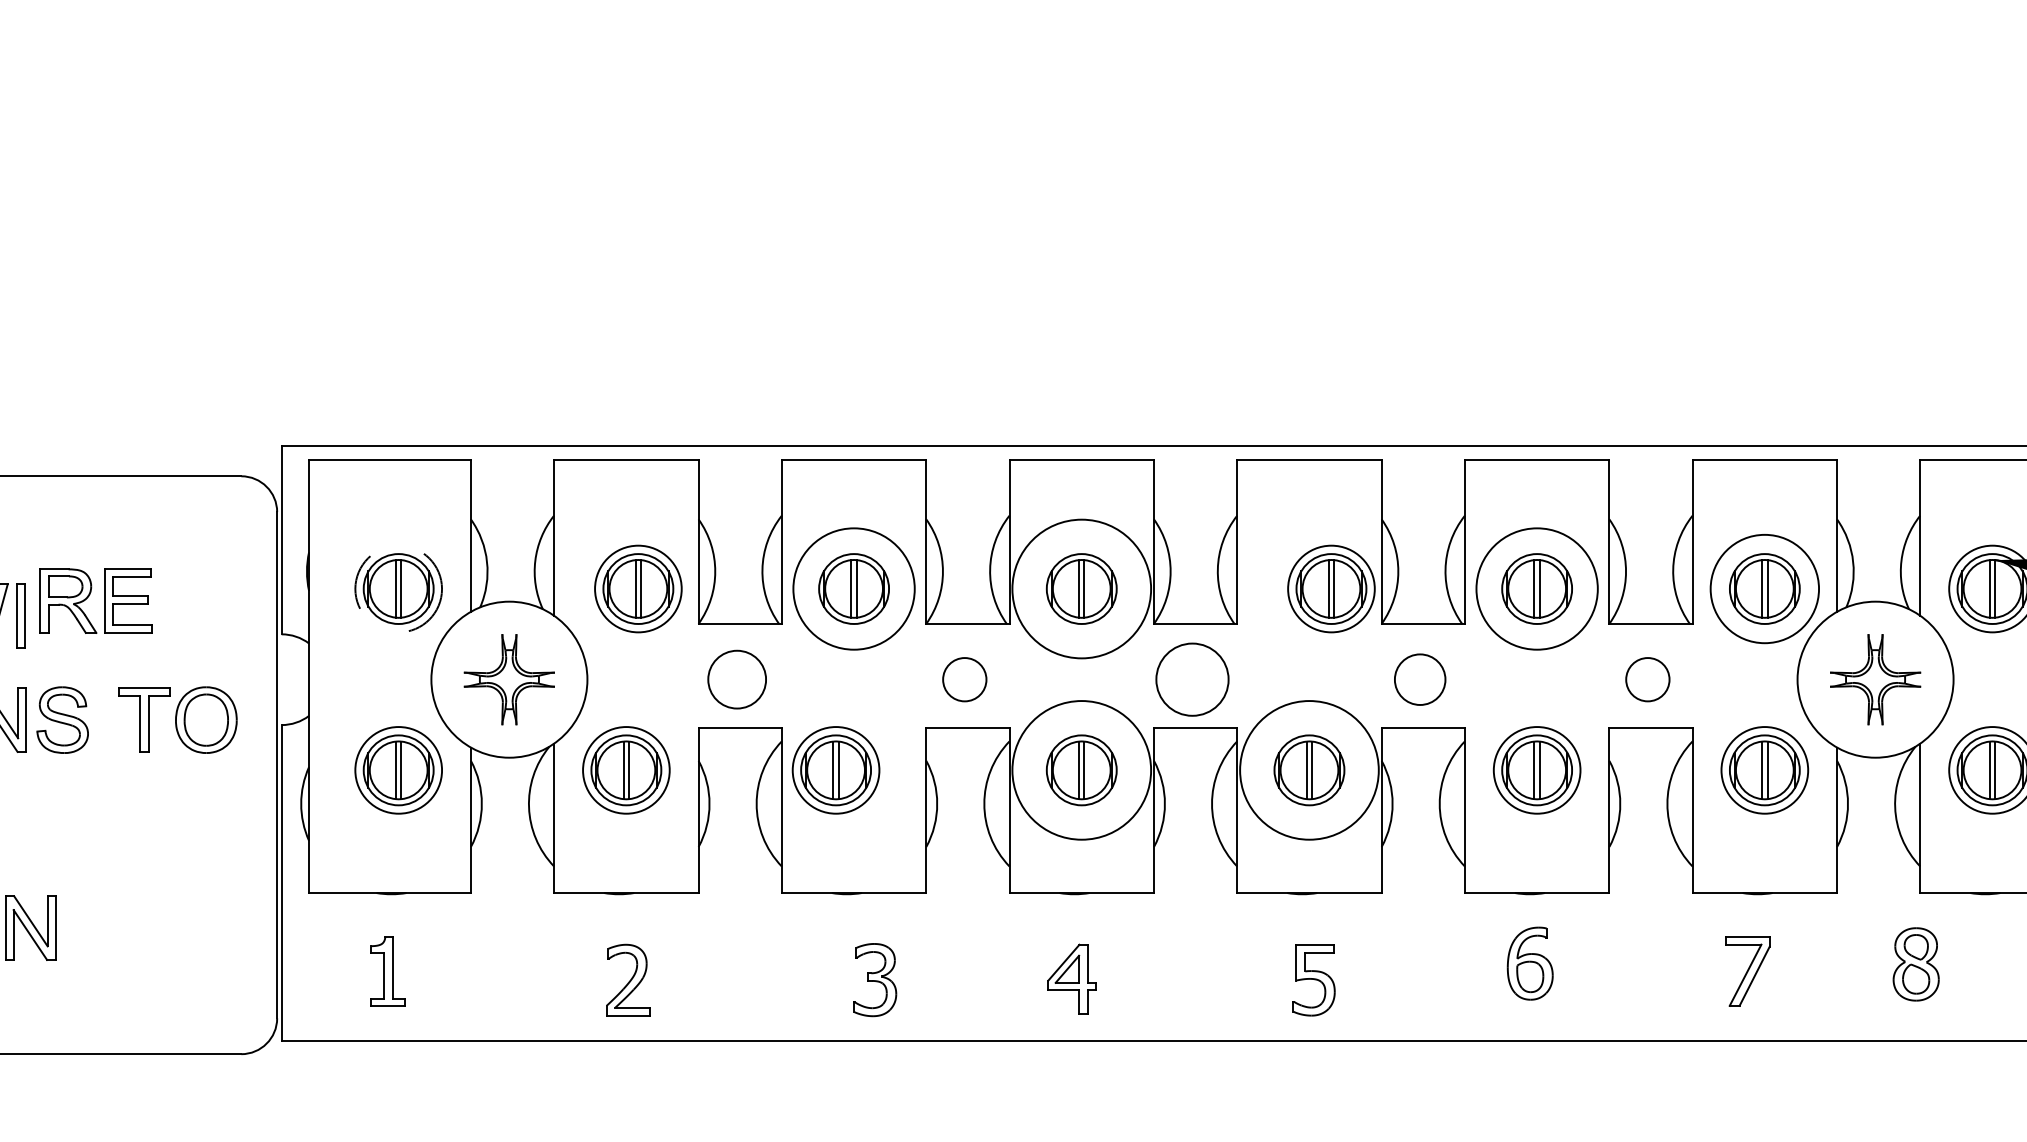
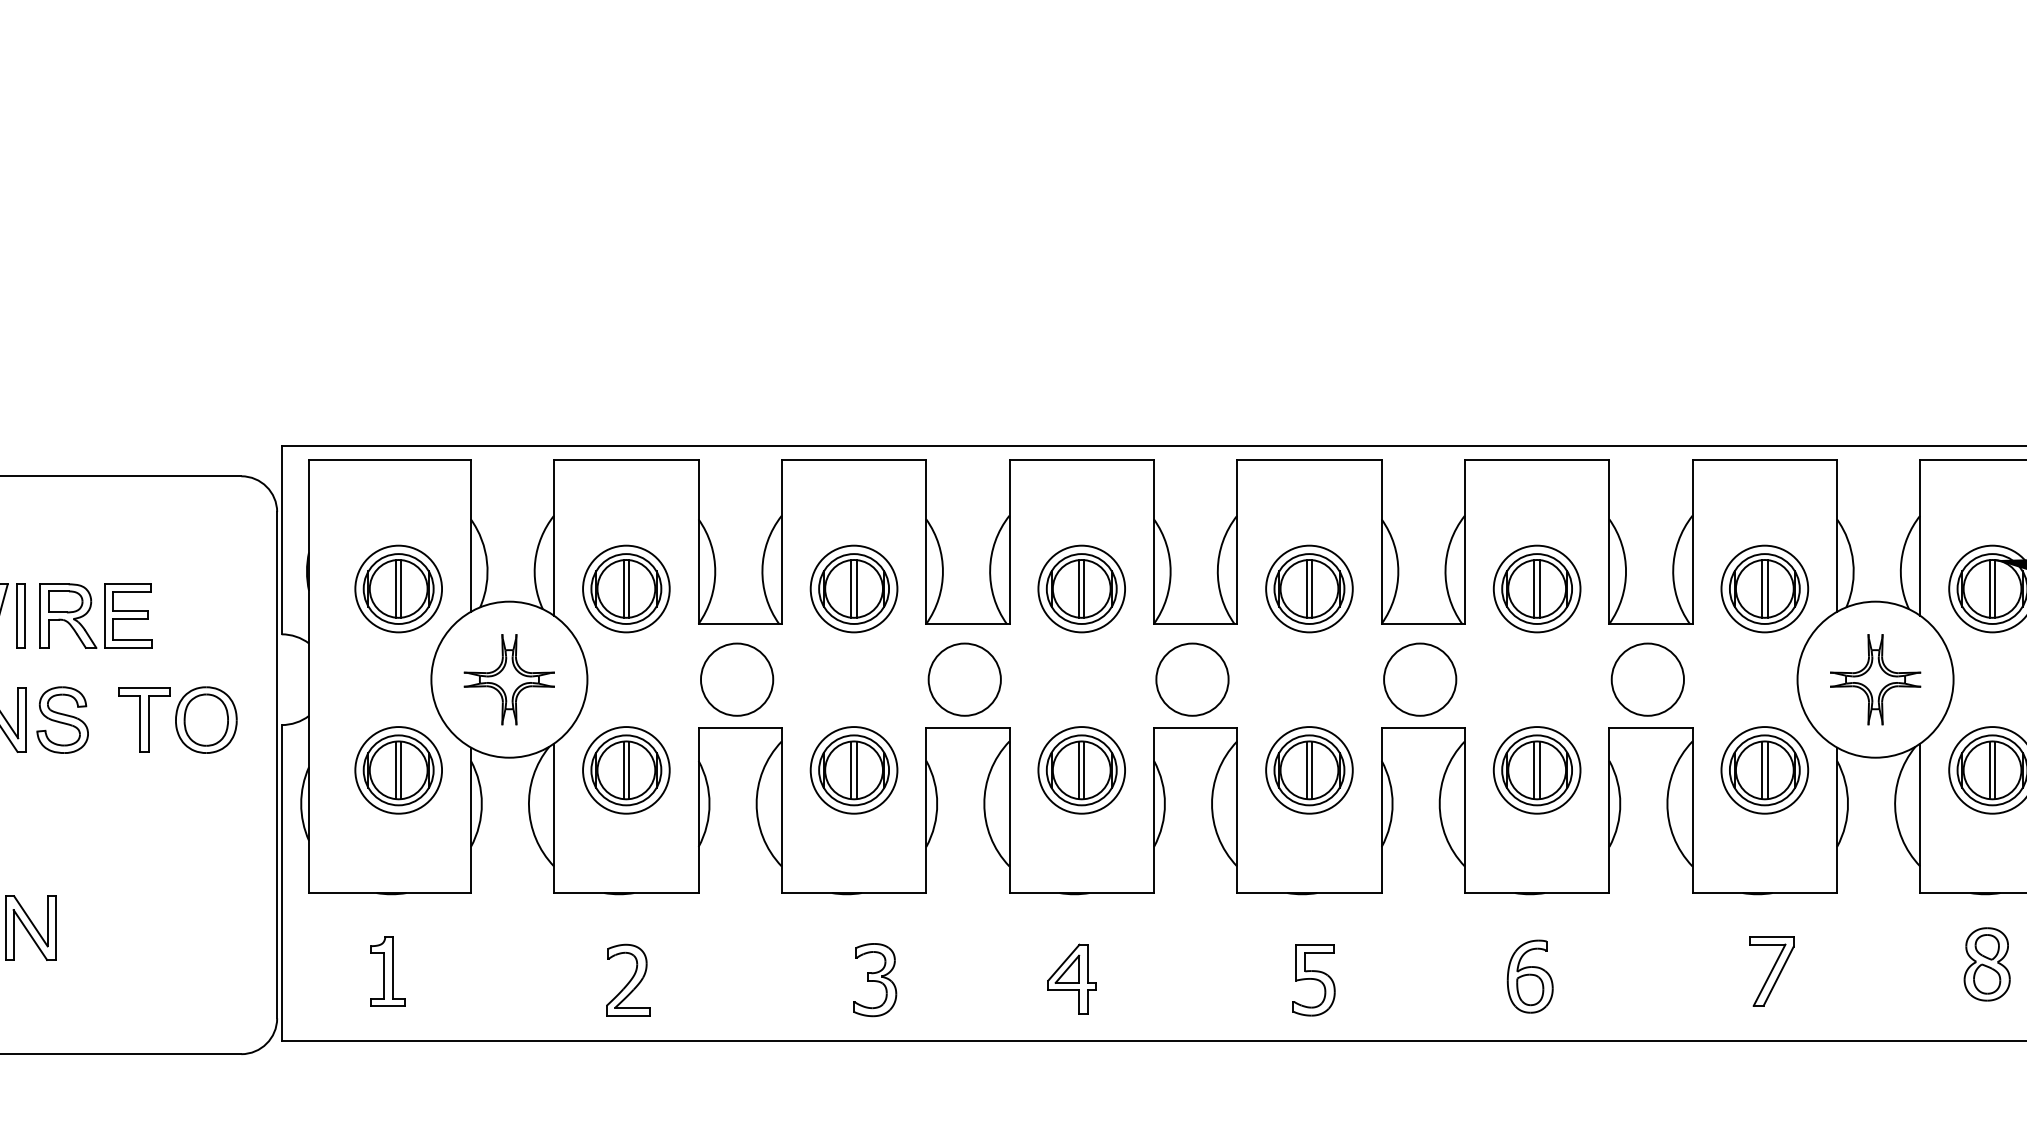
circle at (398, 588): dashed -> solid
part at (638, 588) position: (638, 588) -> (626, 588)
circle at (853, 588) diameter: 121 px -> 87 px
circle at (1081, 588) diameter: 139 px -> 87 px
part at (1331, 588) position: (1331, 588) -> (1309, 588)
circle at (1536, 588) diameter: 121 px -> 87 px
circle at (1764, 588) diameter: 108 px -> 87 px
part at (89, 596) position: (89, 596) -> (89, 611)
circle at (736, 679) size: 60x61 px -> 75x75 px
circle at (964, 679) diameter: 43 px -> 72 px
circle at (1419, 679) diameter: 51 px -> 72 px
circle at (1647, 679) diameter: 43 px -> 72 px
part at (835, 770) position: (835, 770) -> (853, 770)
circle at (1081, 770) diameter: 139 px -> 87 px
circle at (1309, 770) diameter: 139 px -> 87 px
part at (1529, 963) position: (1529, 963) -> (1529, 976)
part at (1915, 964) position: (1915, 964) -> (1986, 964)
part at (1747, 971) position: (1747, 971) -> (1771, 971)
